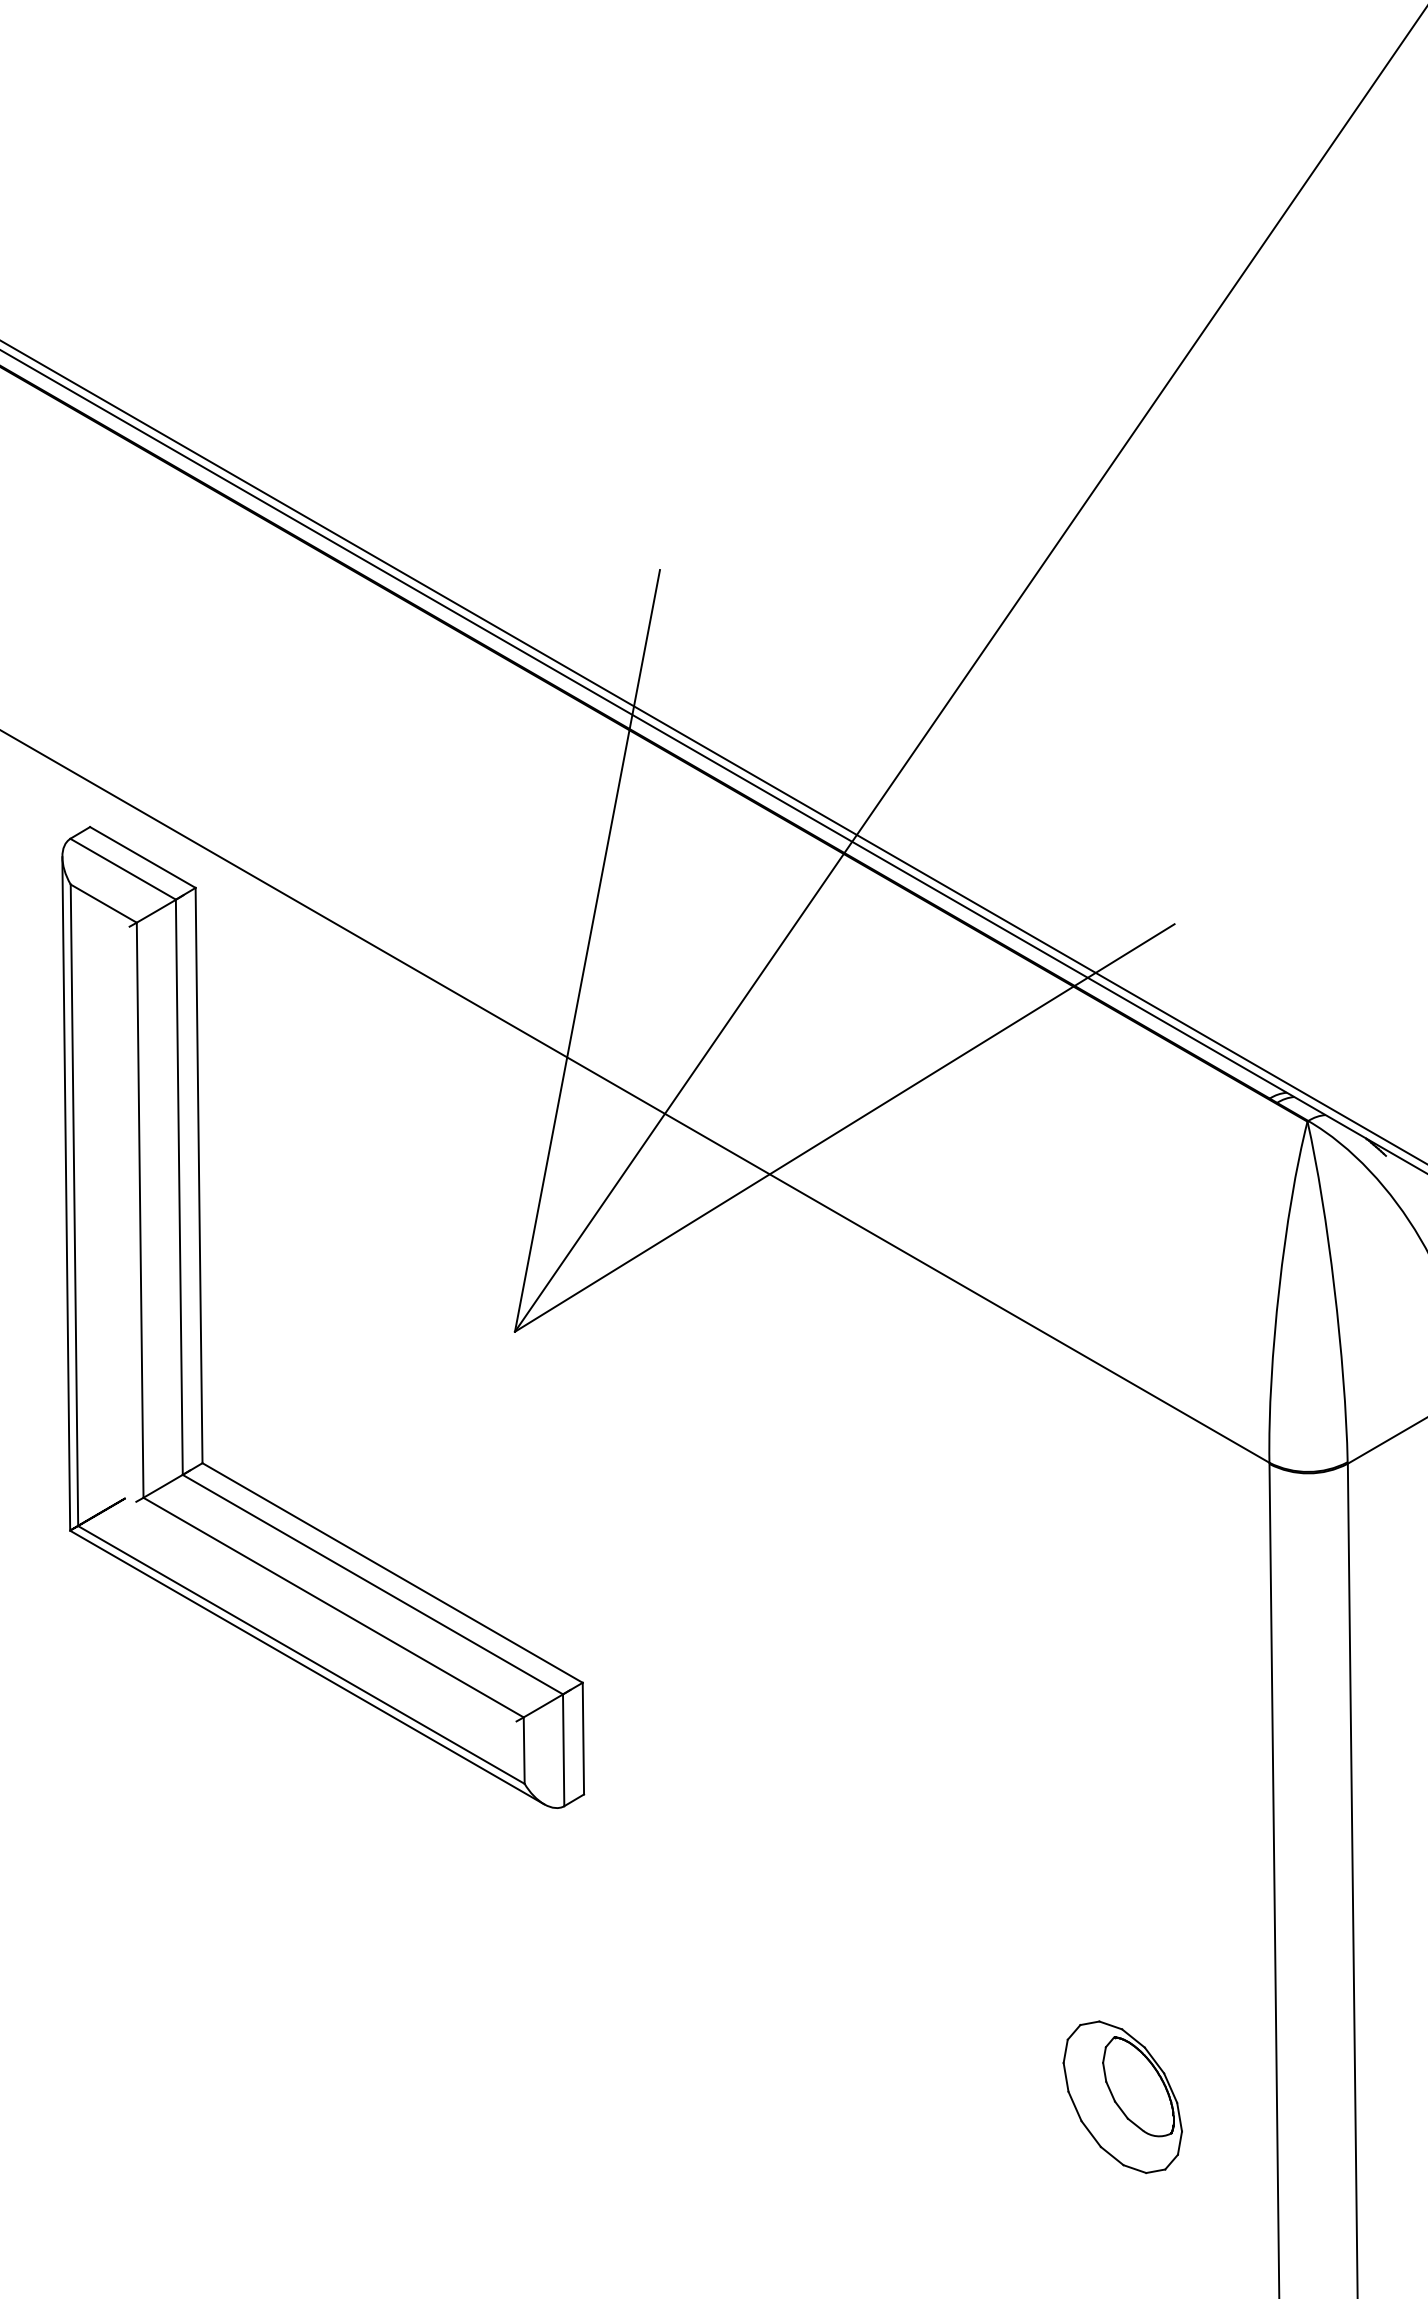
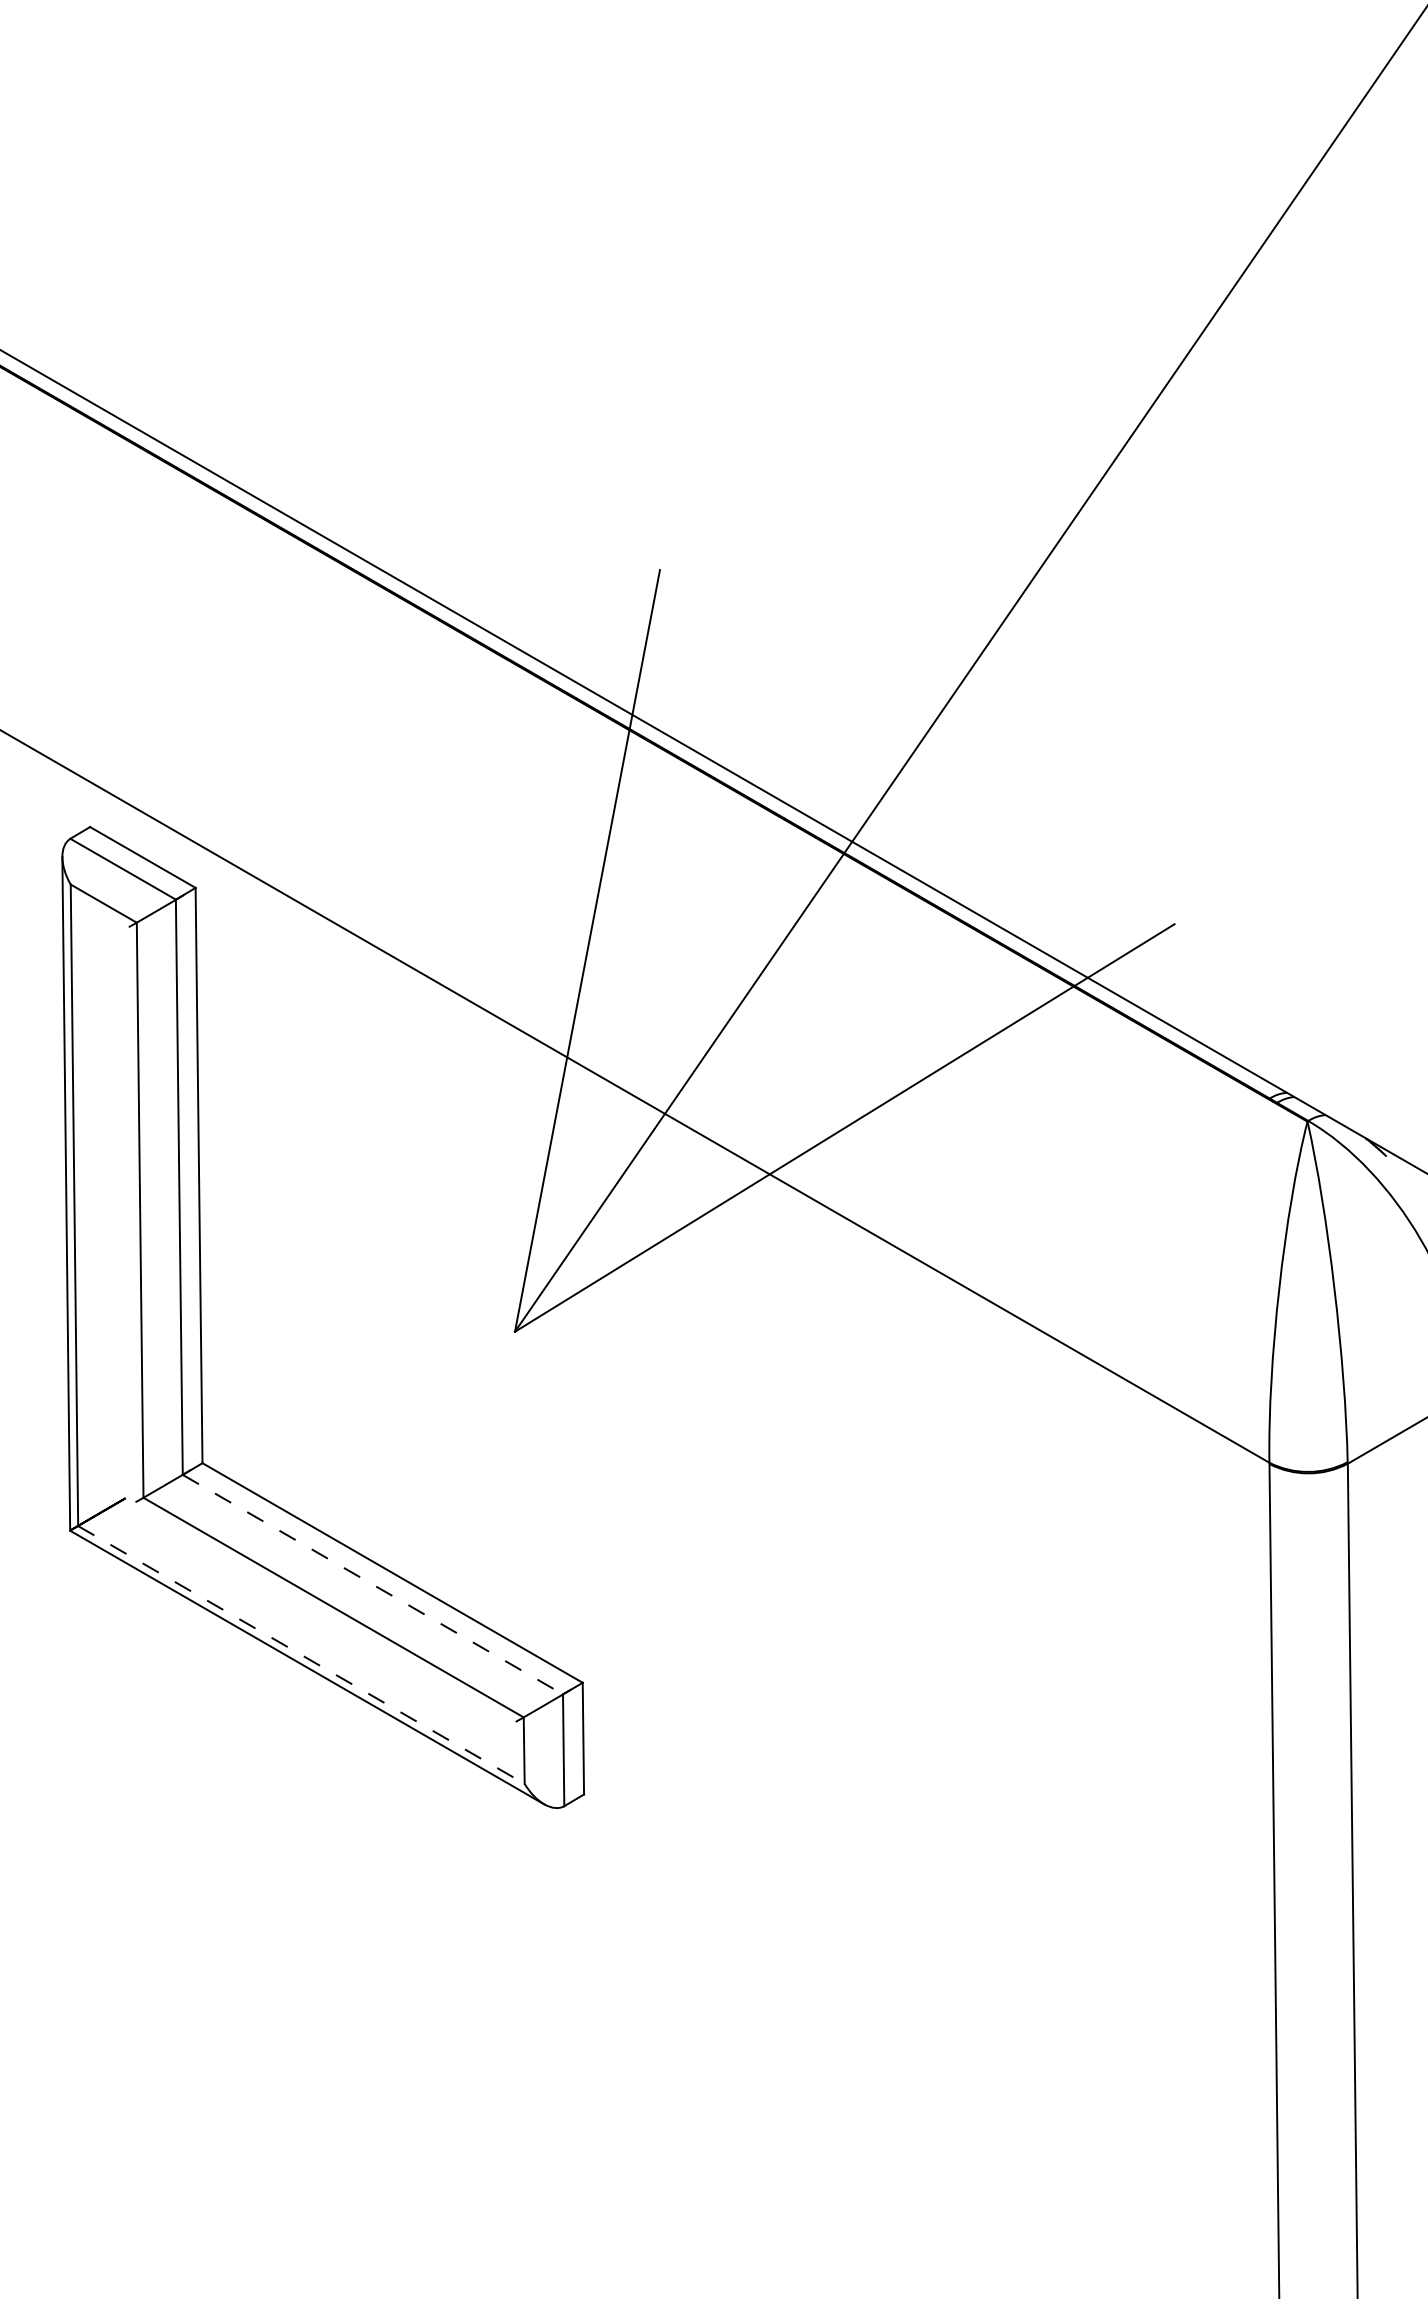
line at (713, 751): present -> none
line at (372, 1584): solid -> dashed
line at (301, 1654): solid -> dashed
part at (1122, 2096): present -> none
